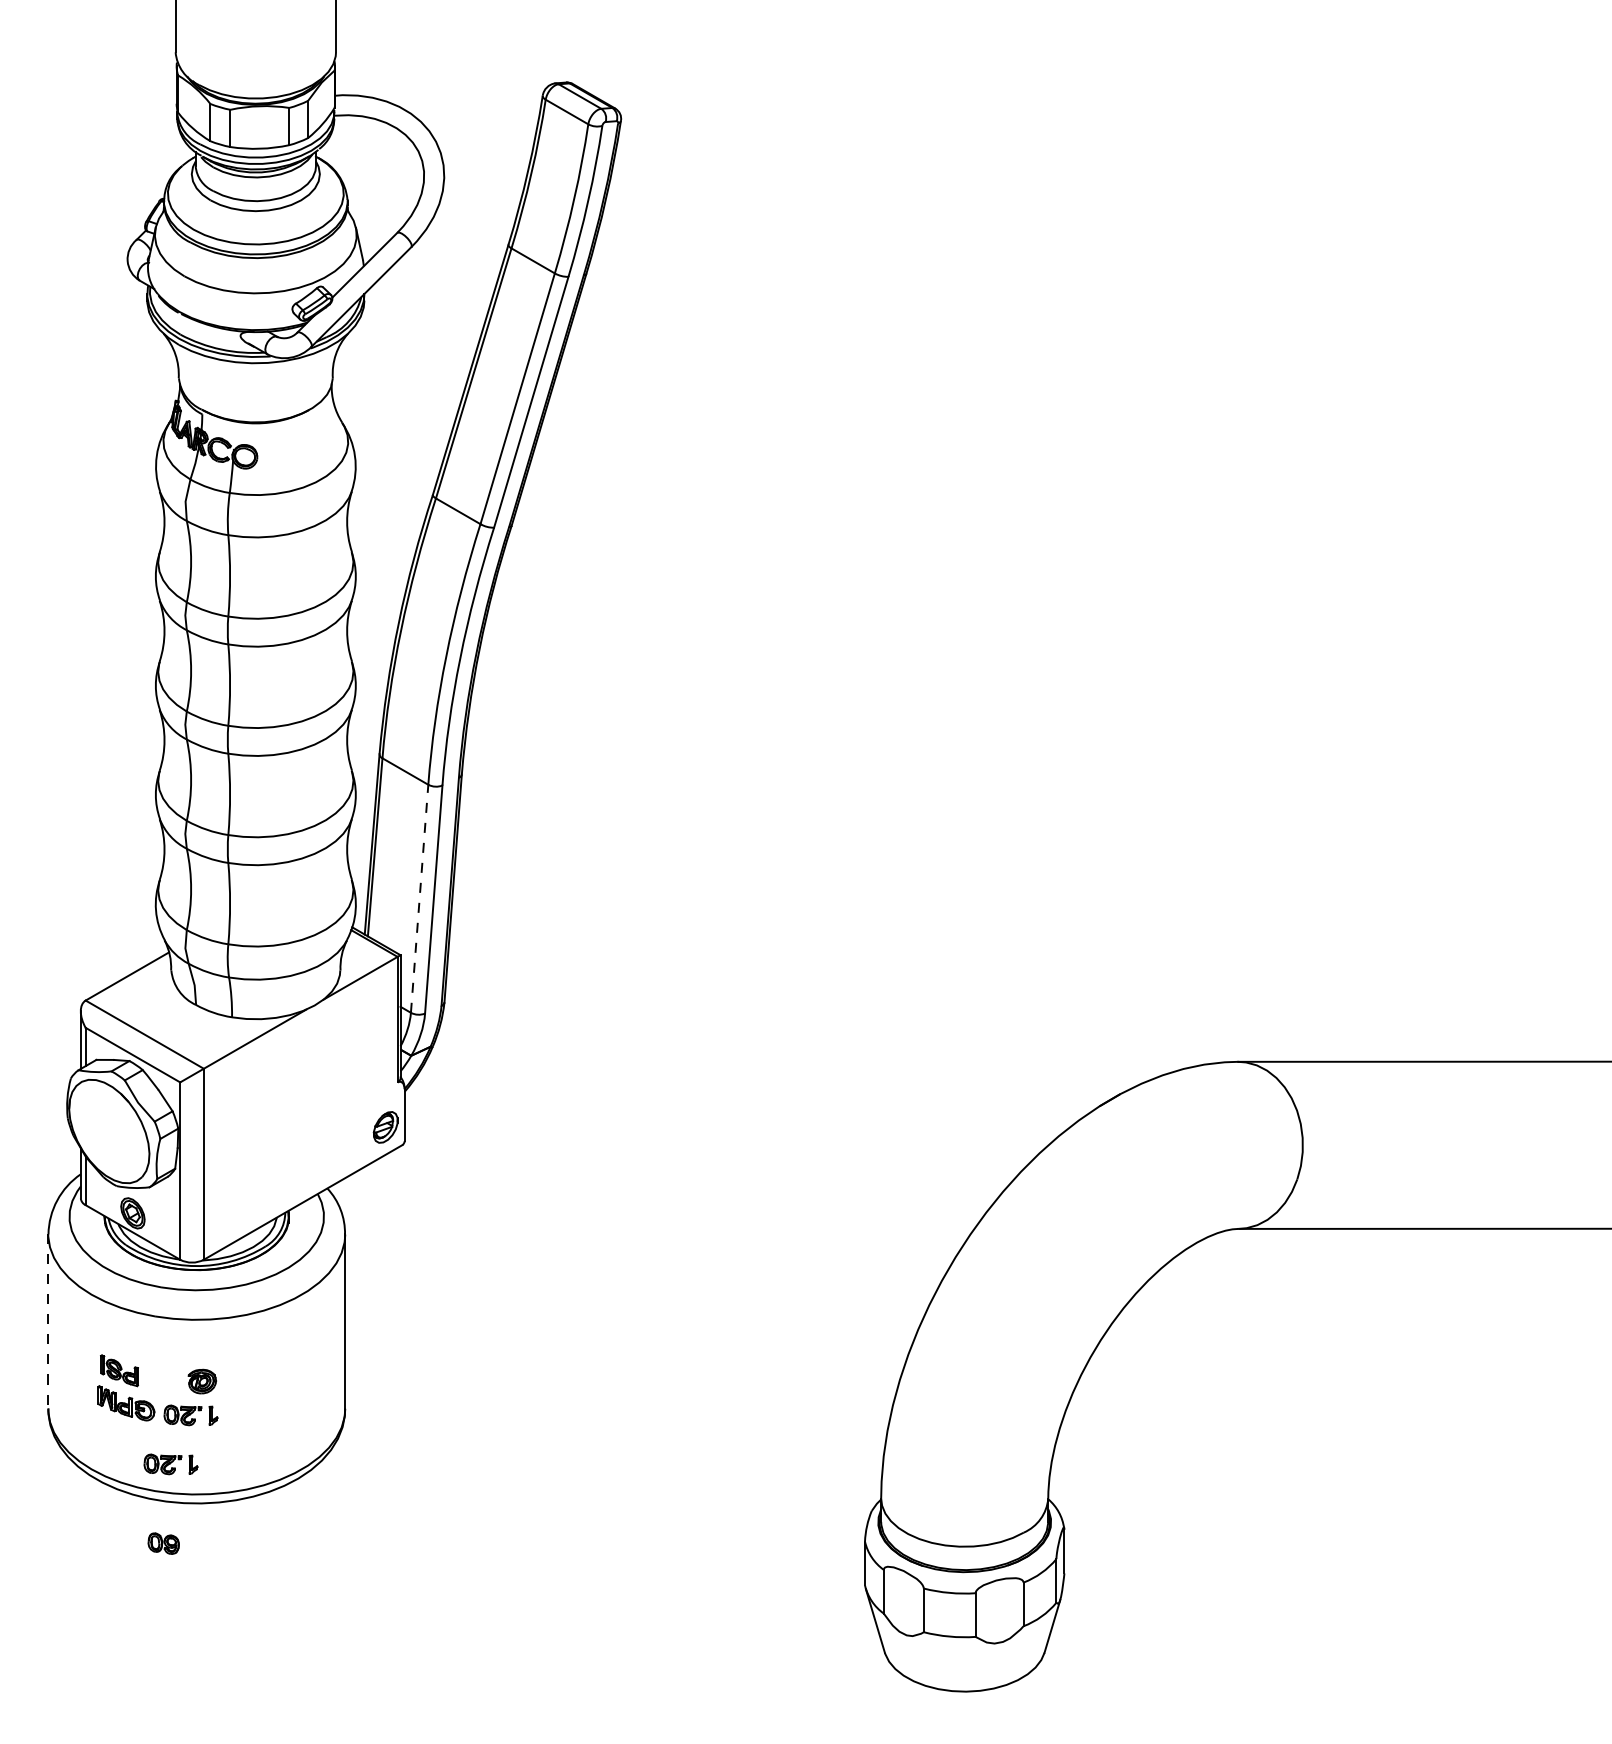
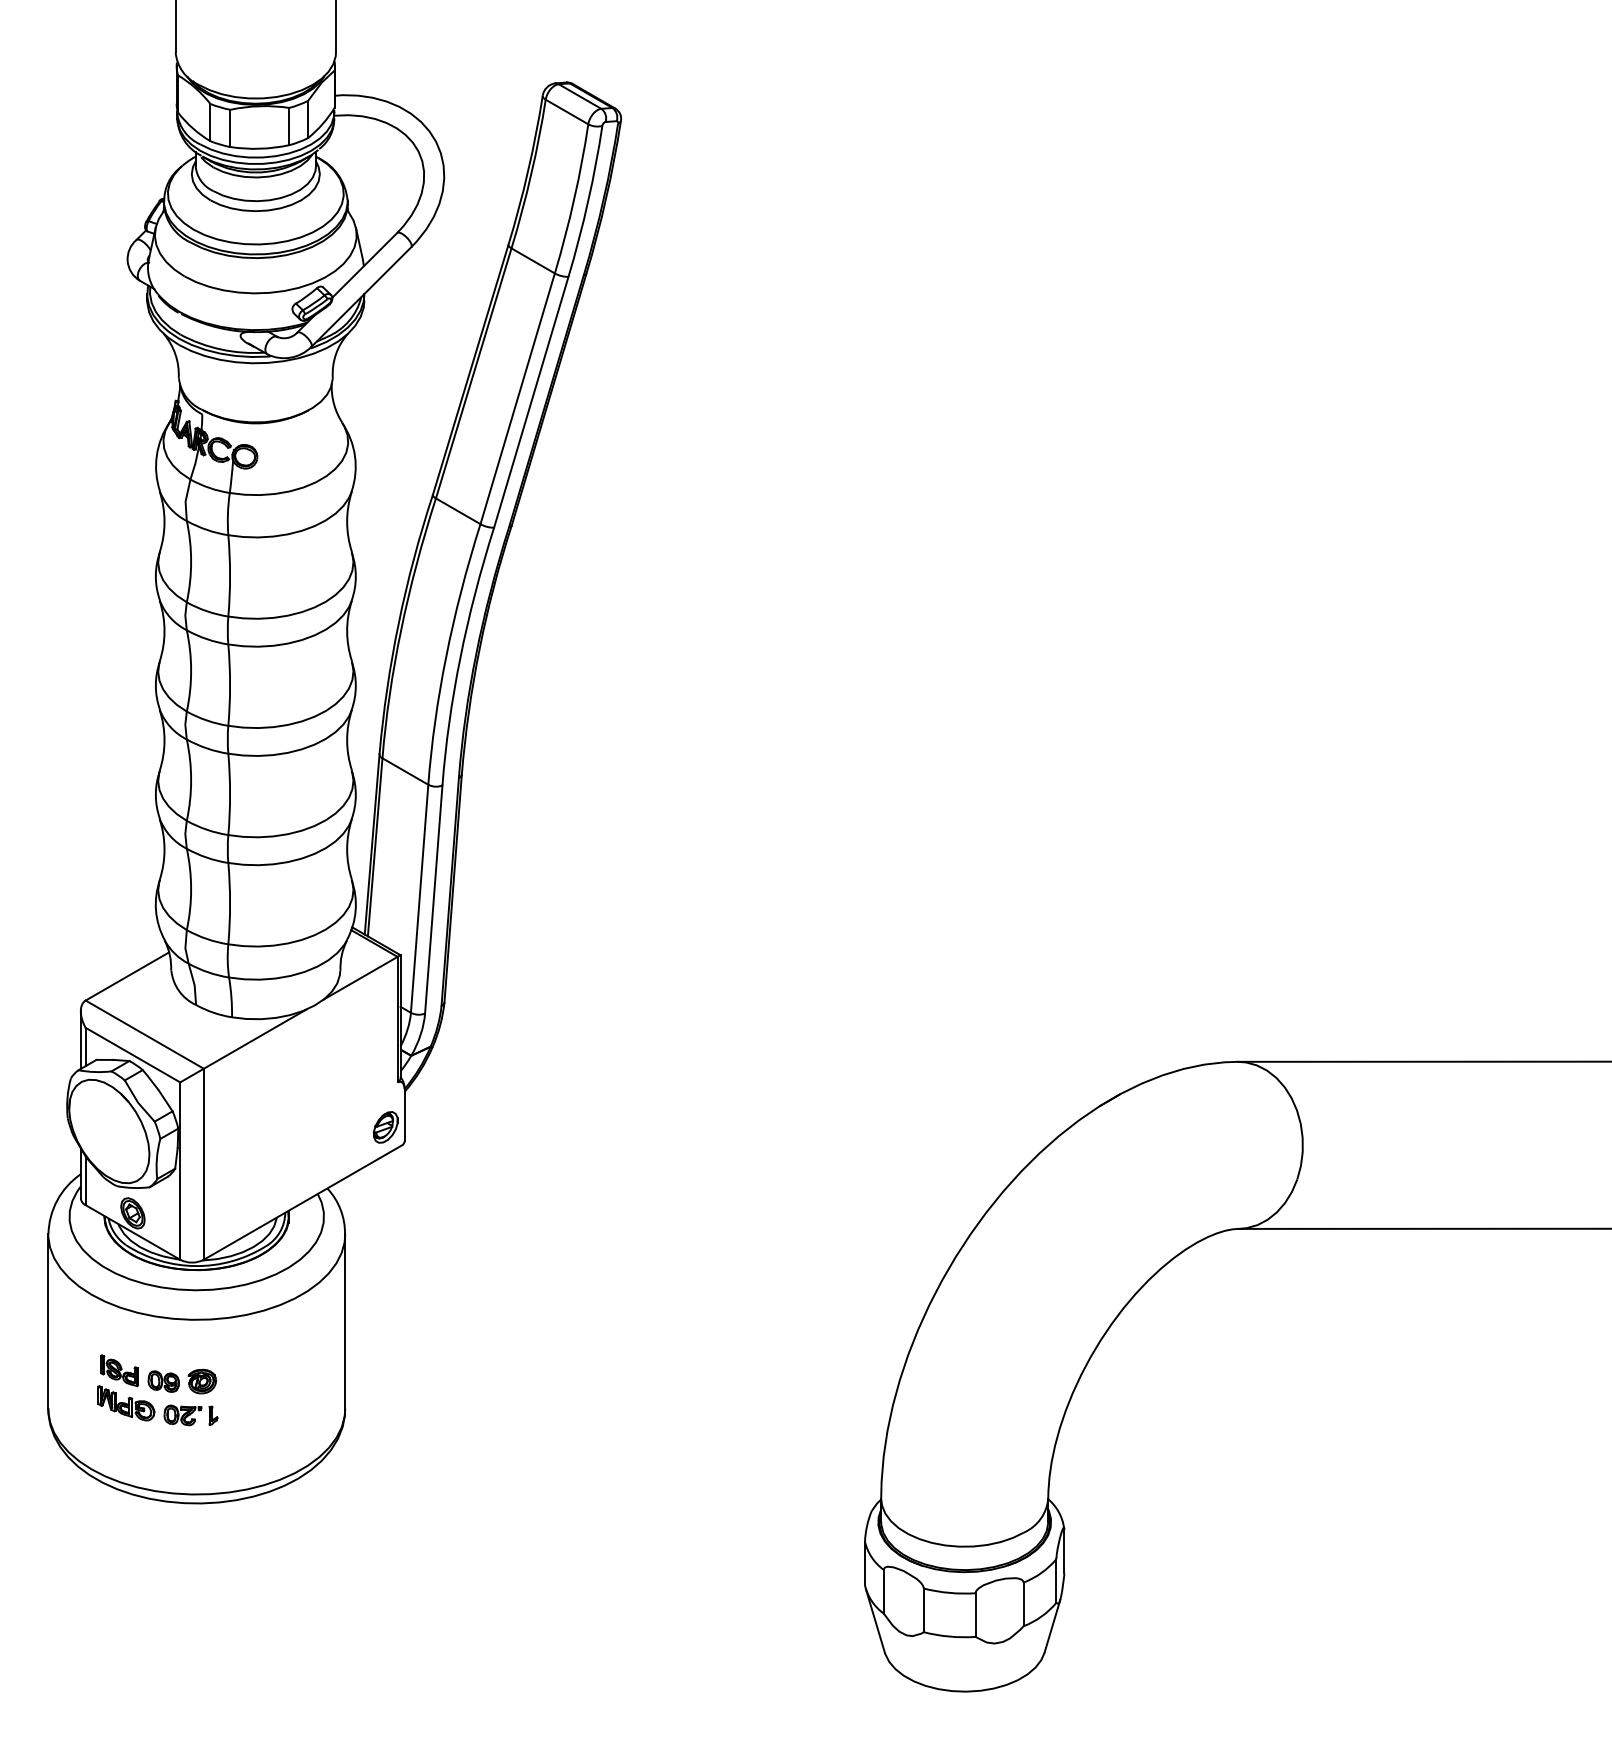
line at (419, 898): dashed -> solid
line at (48, 1321): dashed -> solid
part at (170, 1464): present -> none
part at (163, 1543) position: (163, 1543) -> (163, 1381)
